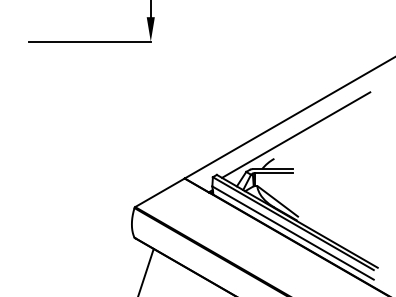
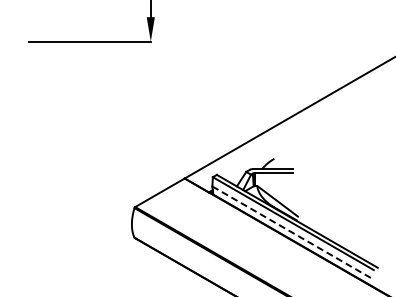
line at (296, 134): present -> none
line at (293, 233): solid -> dashed
line at (146, 270): present -> none
